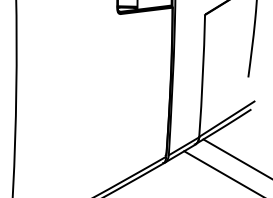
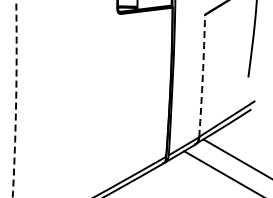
arc at (202, 76): solid -> dashed
arc at (16, 98): solid -> dashed
